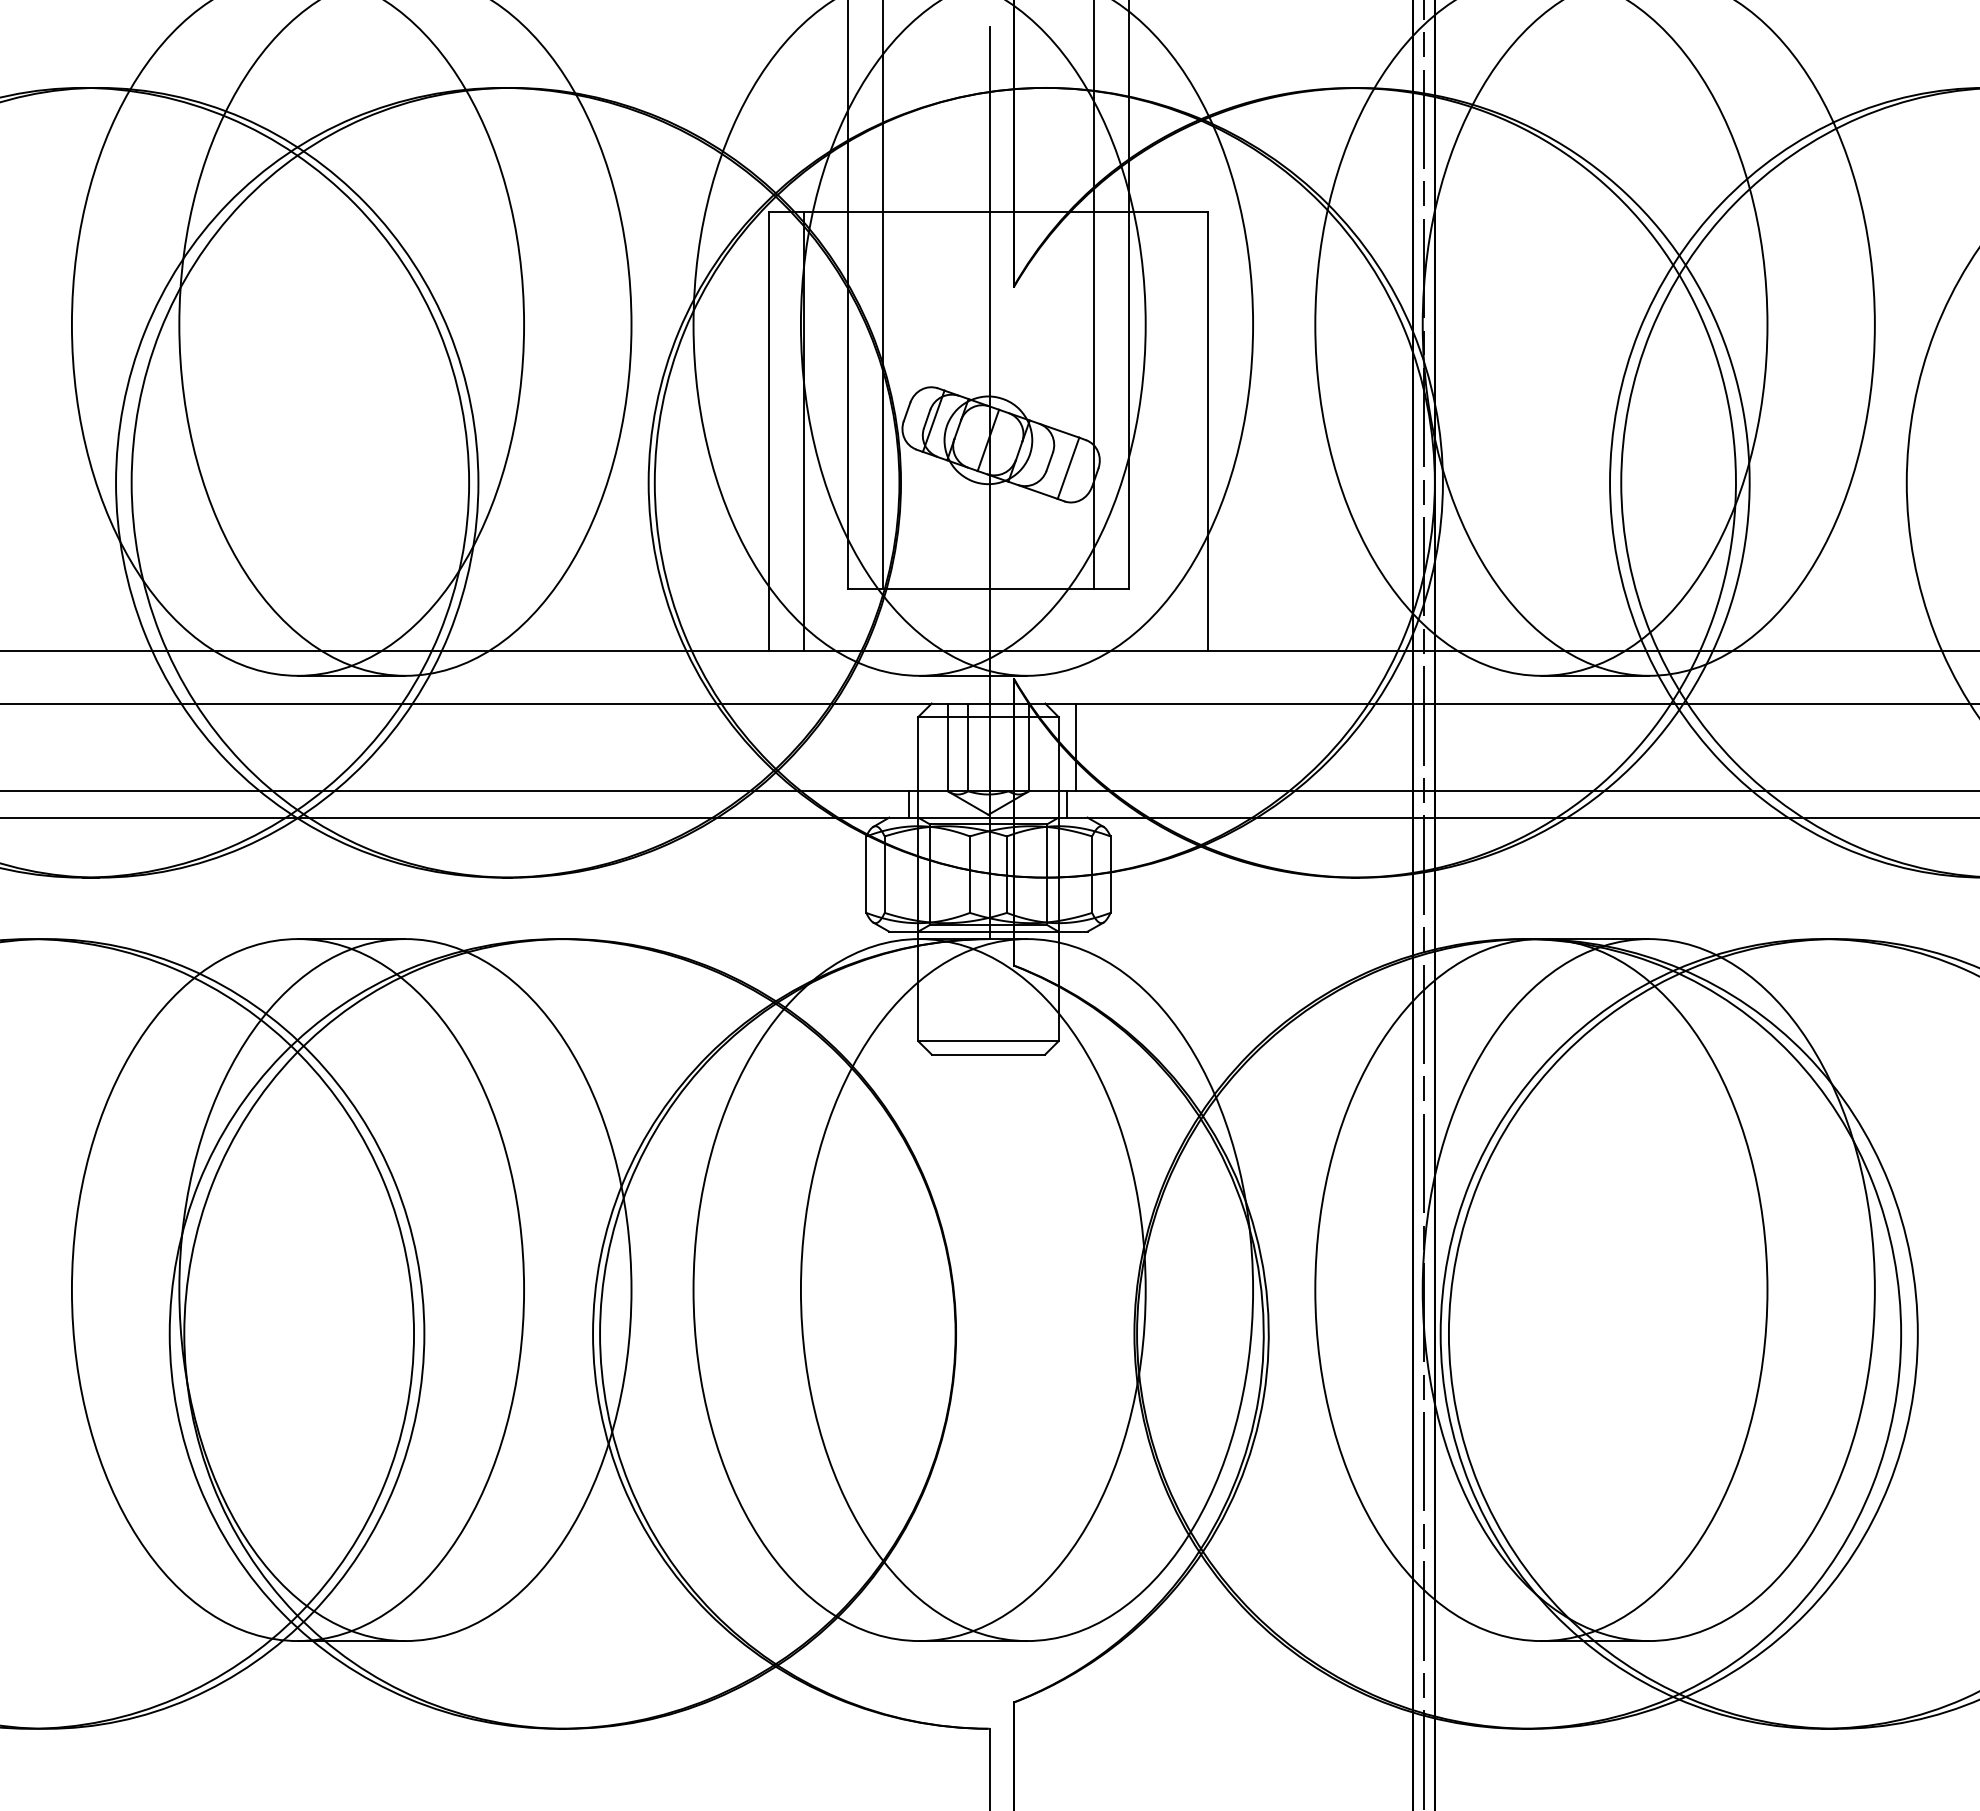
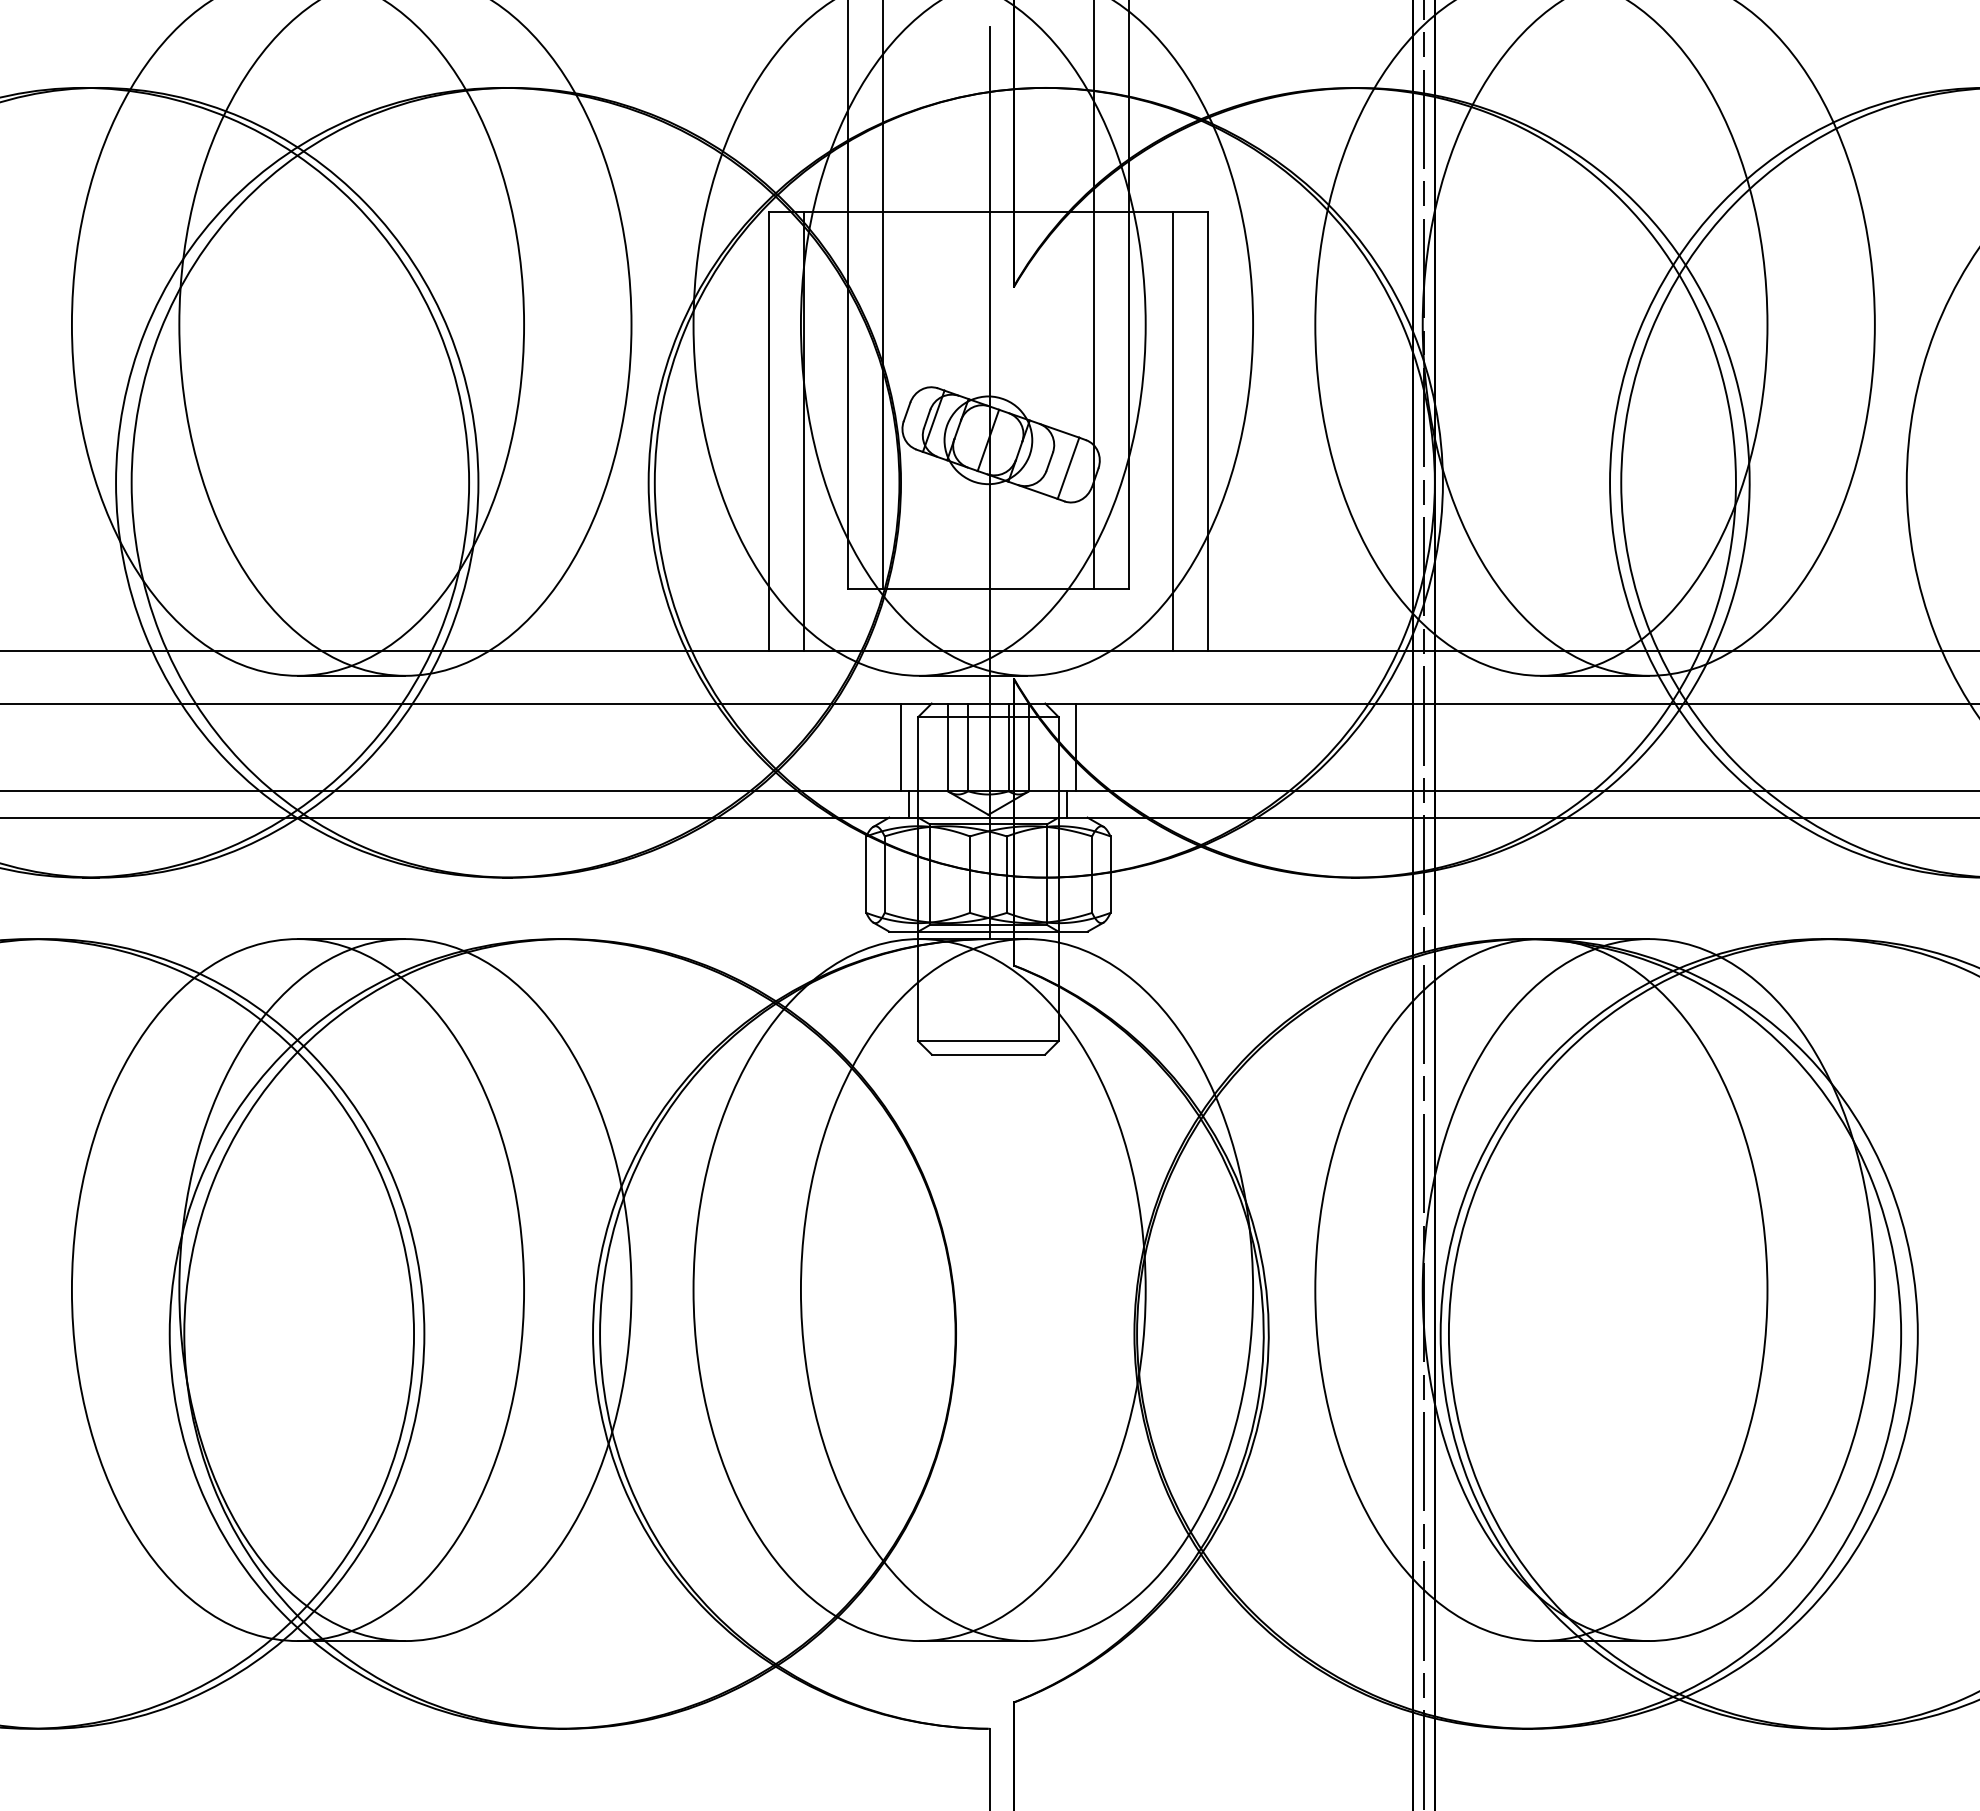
line at (1172, 431): none -> present
line at (900, 747): none -> present
line at (1008, 747): none -> present
